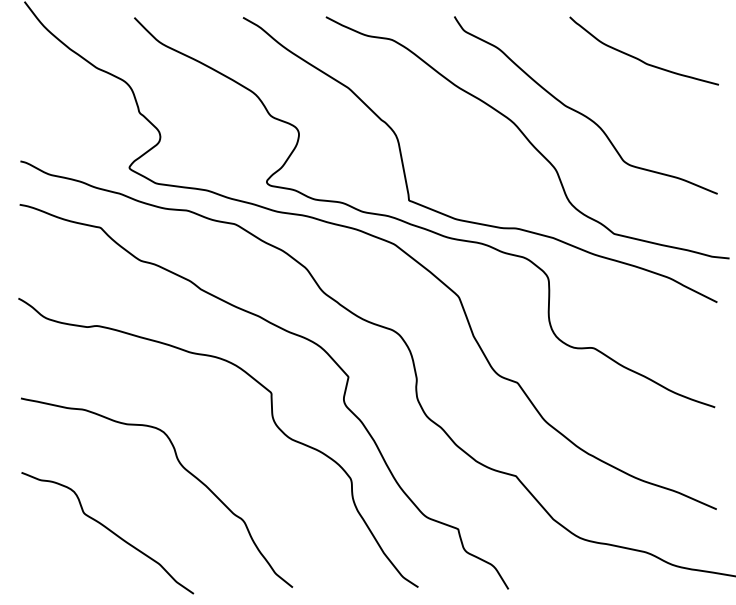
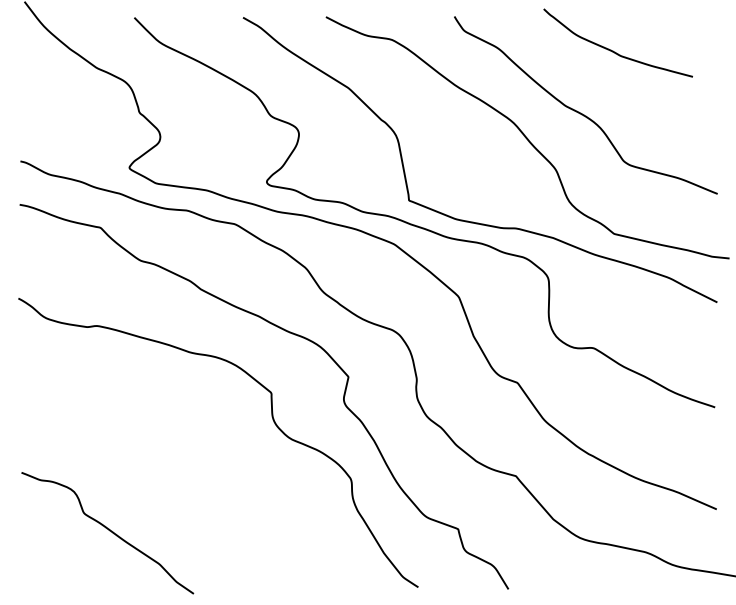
curve at (639, 58) position: (639, 58) -> (613, 50)
curve at (182, 467): present -> none
